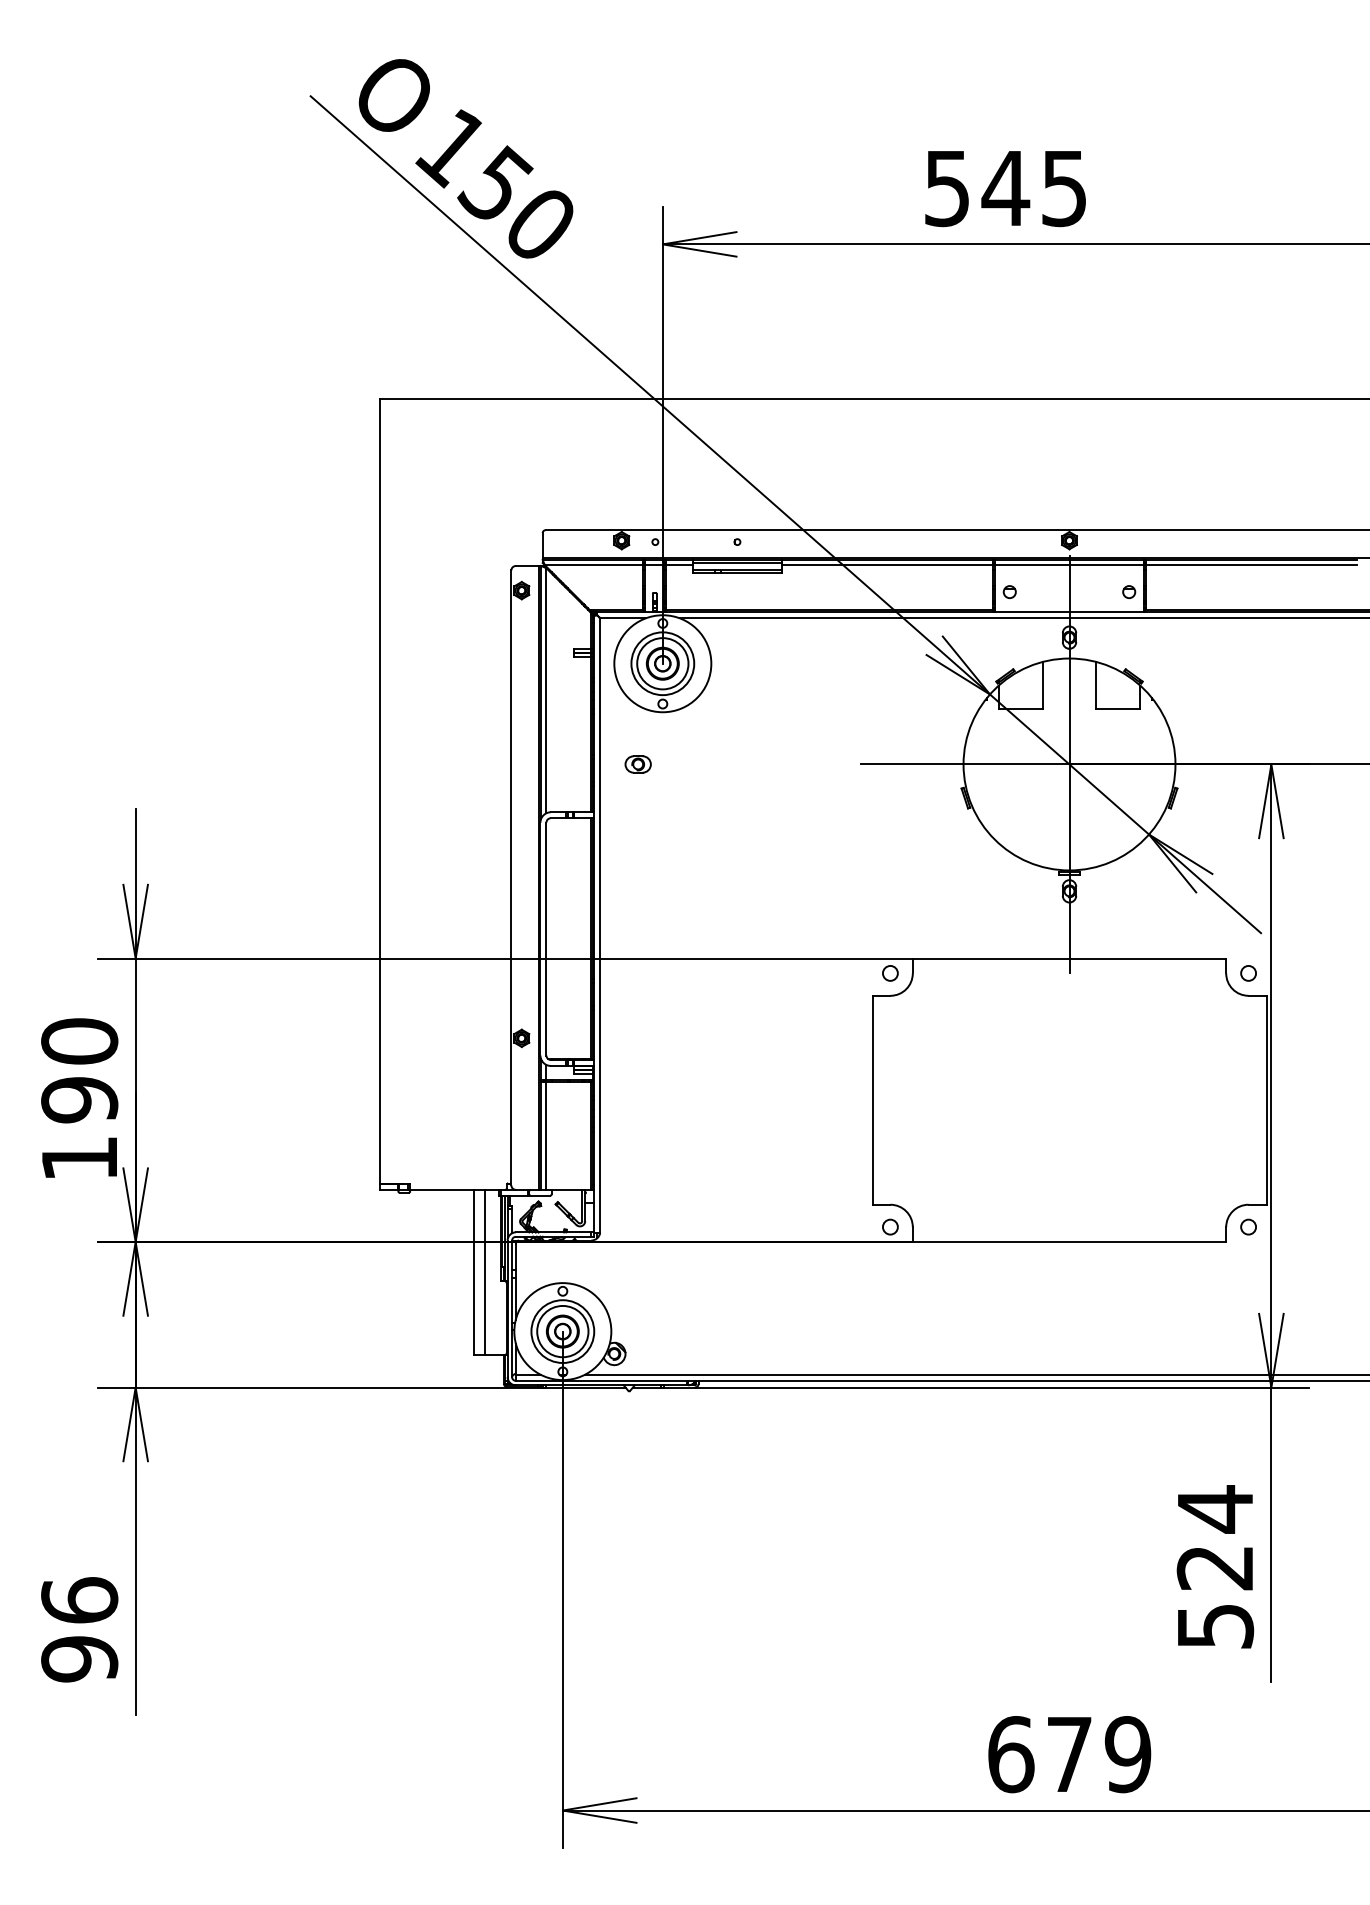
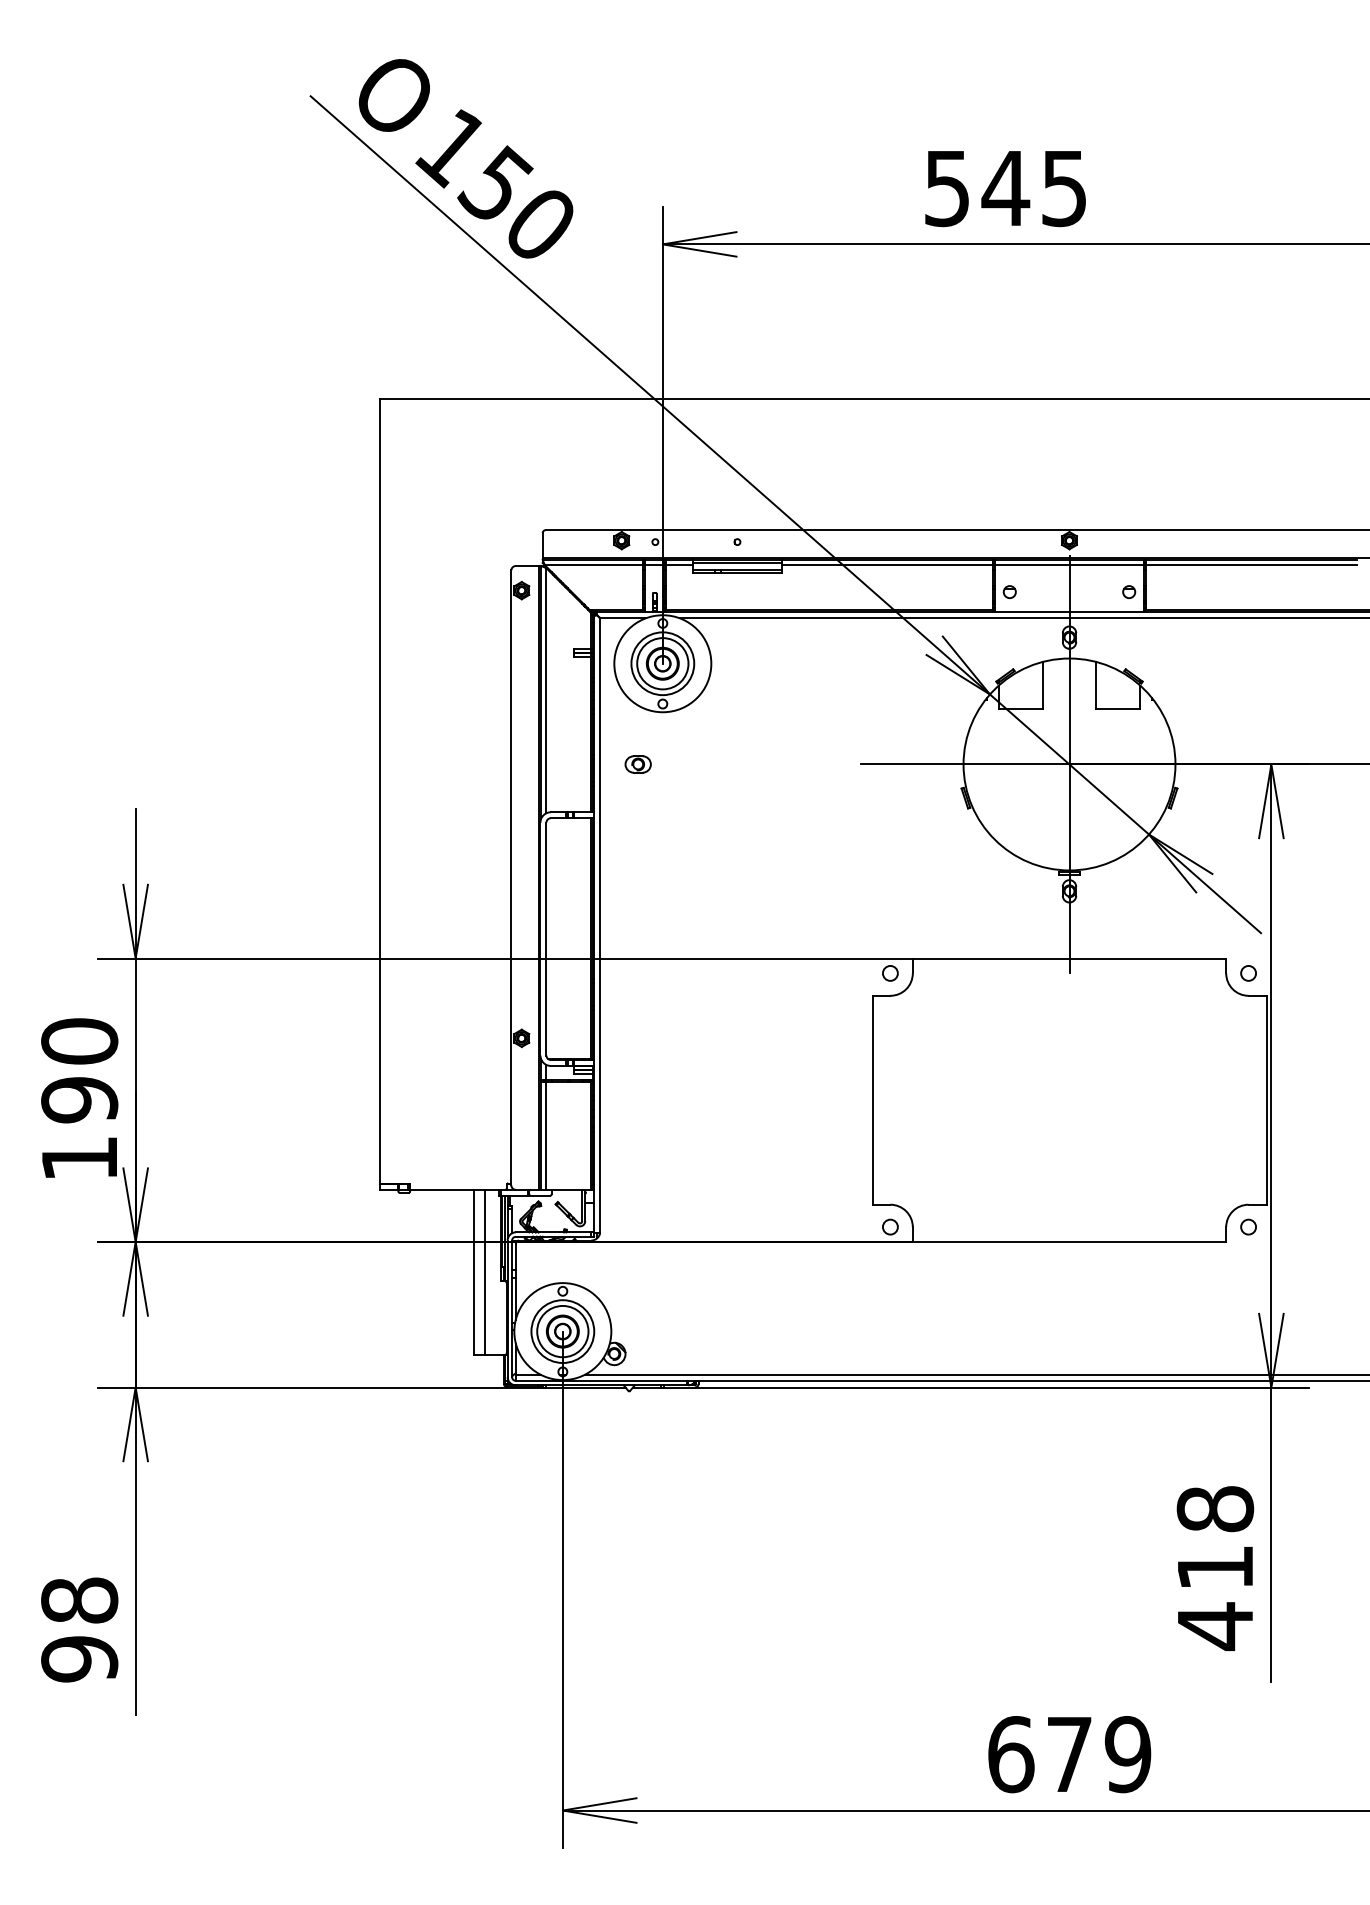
text at (1215, 1568): 524 -> 418
text at (79, 1600): 96 -> 98
